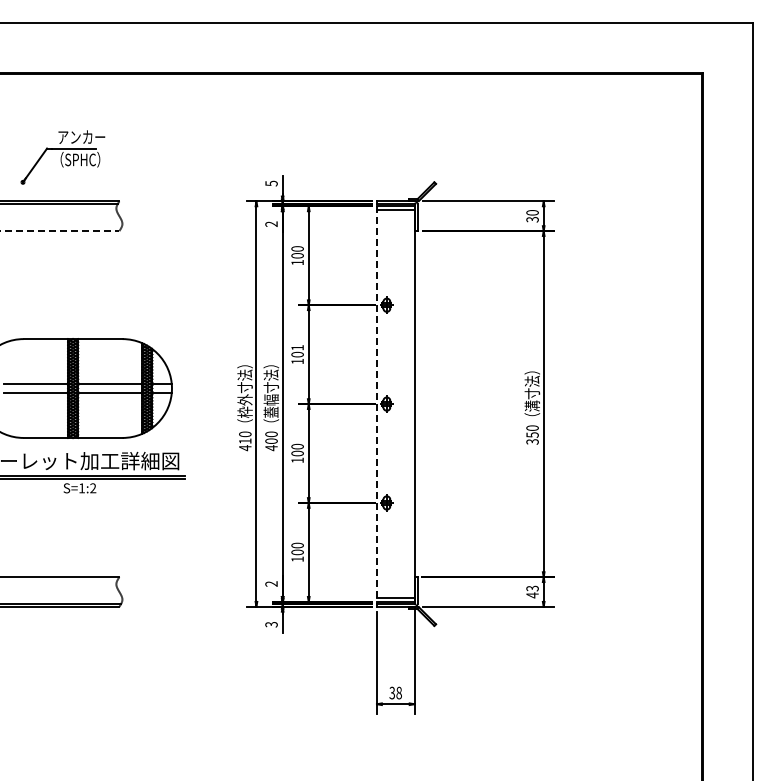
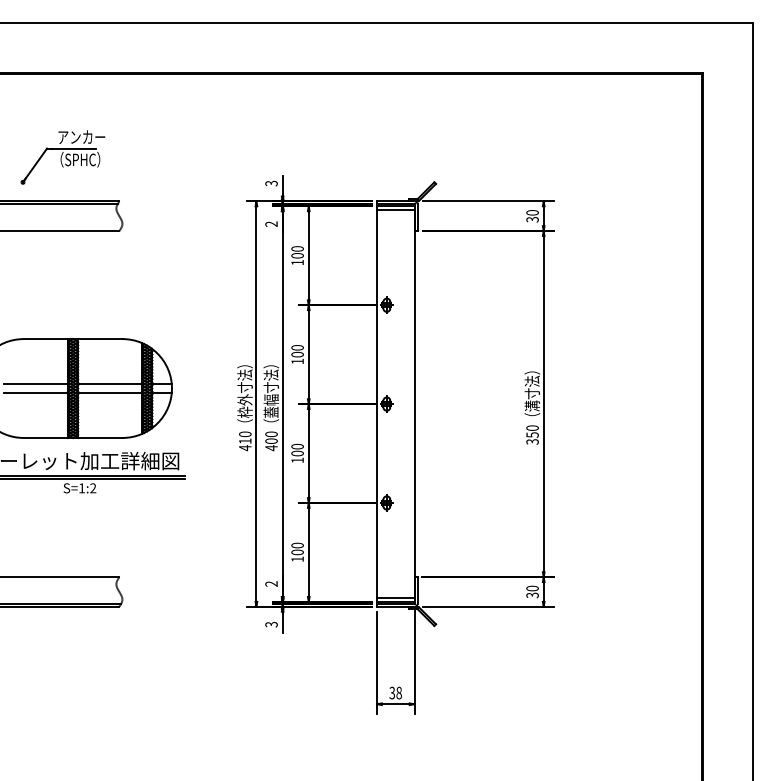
text at (270, 183): 5 -> 3
line at (60, 231): dashed -> solid
text at (297, 347): 101 -> 100
line at (376, 404): dashed -> solid
text at (532, 591): 43 -> 30
